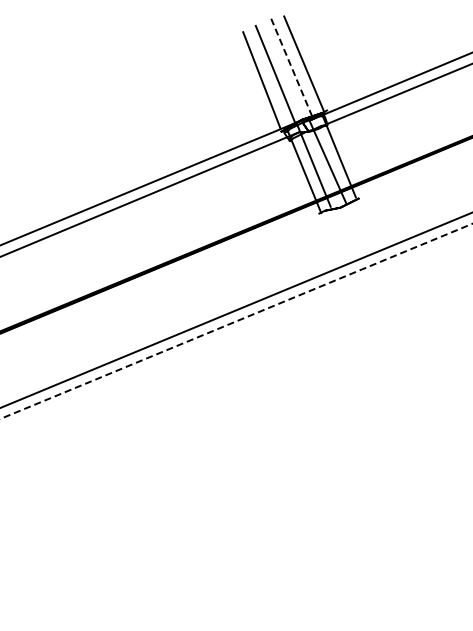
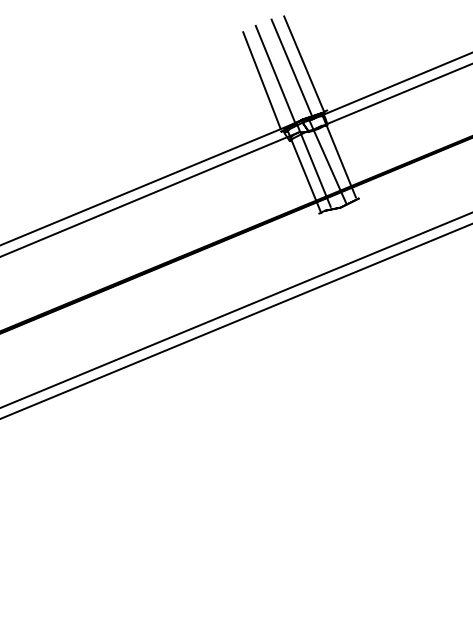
line at (291, 67): dashed -> solid
line at (236, 321): dashed -> solid
